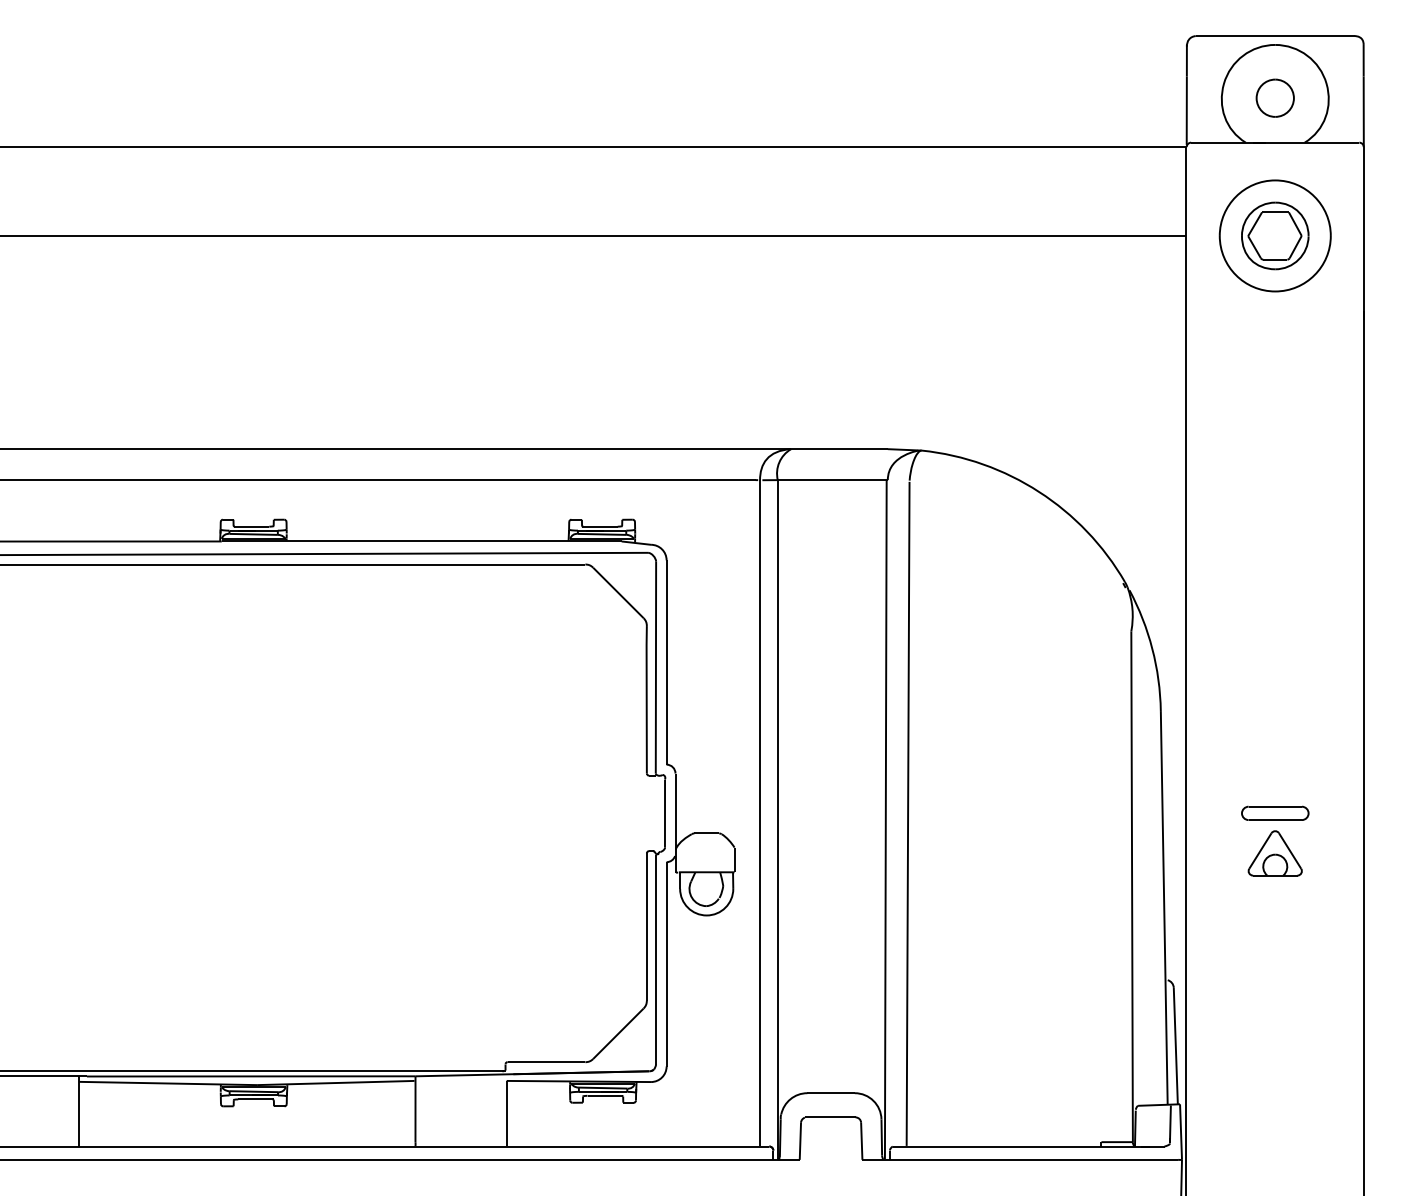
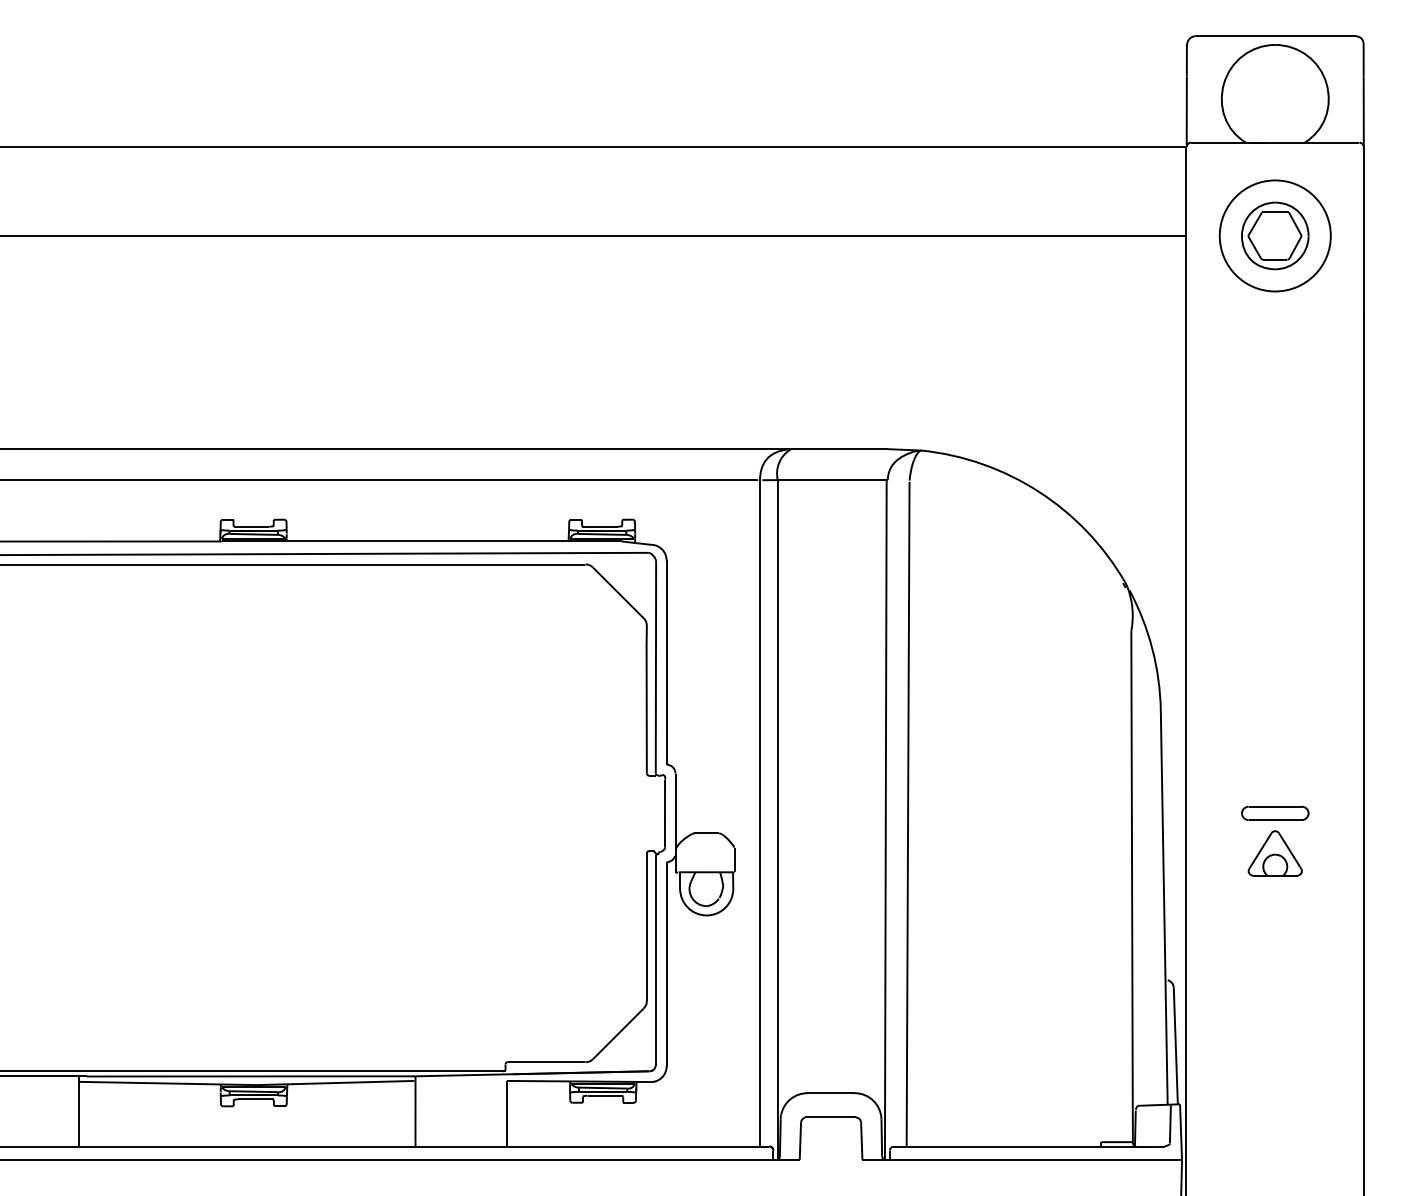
part at (1274, 97): present -> none
